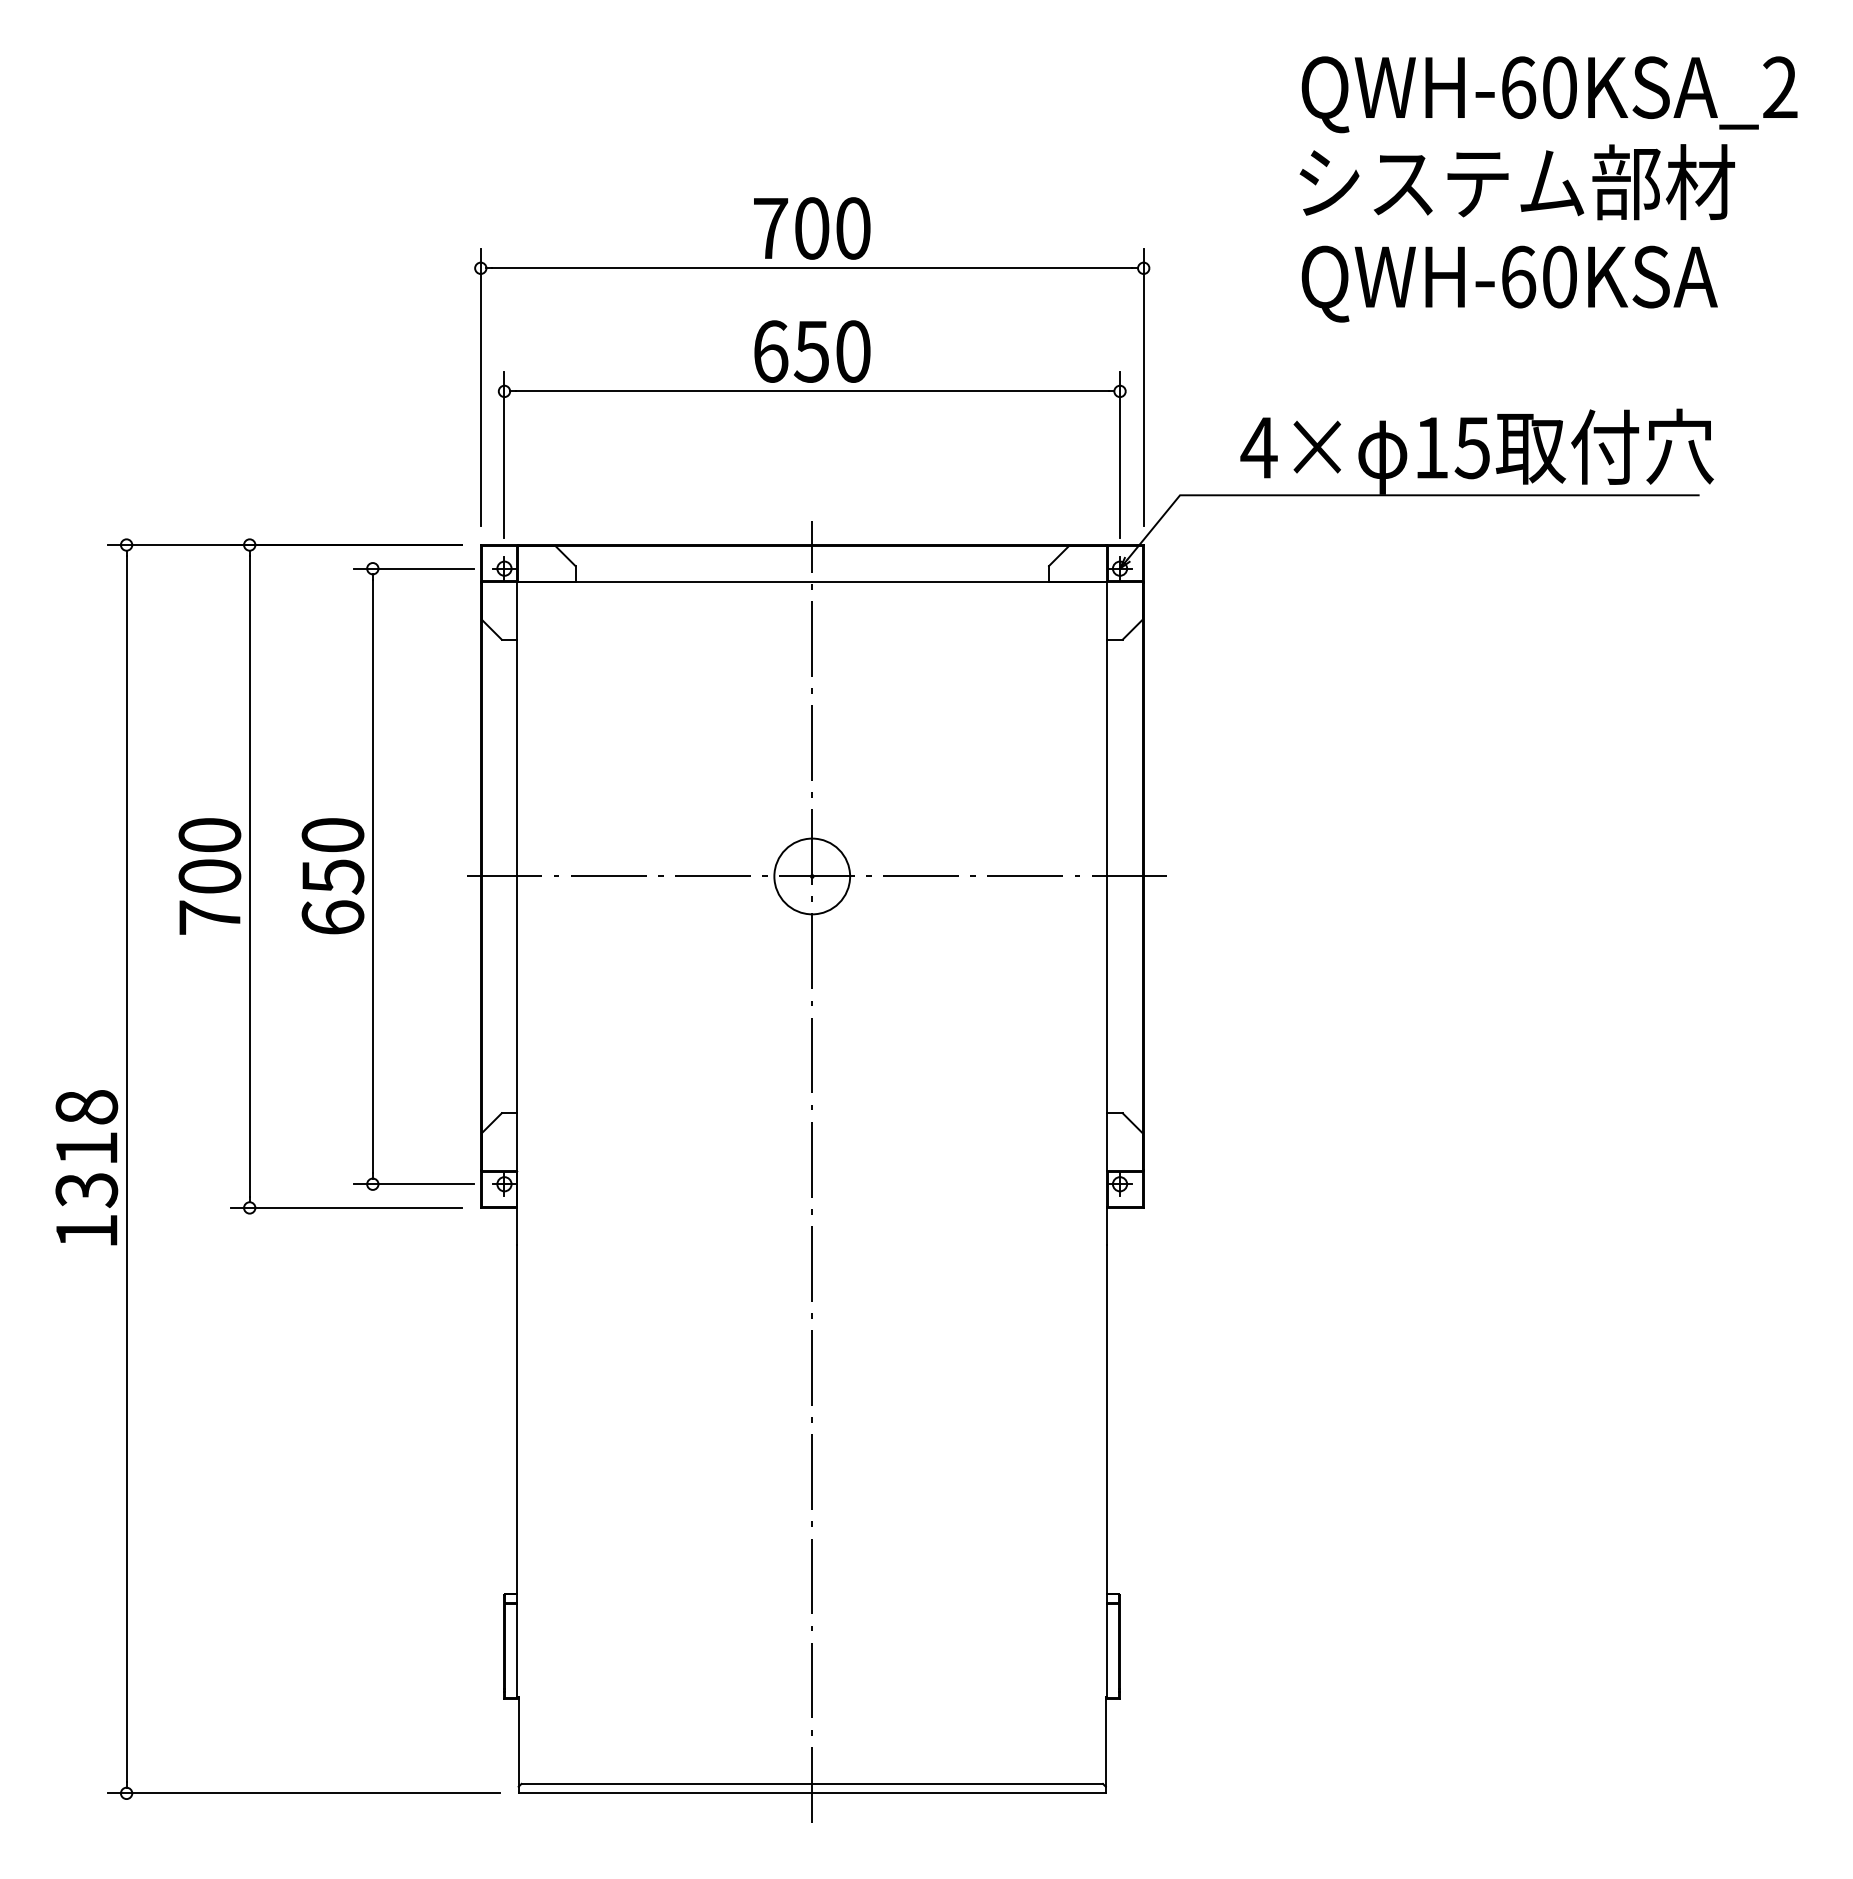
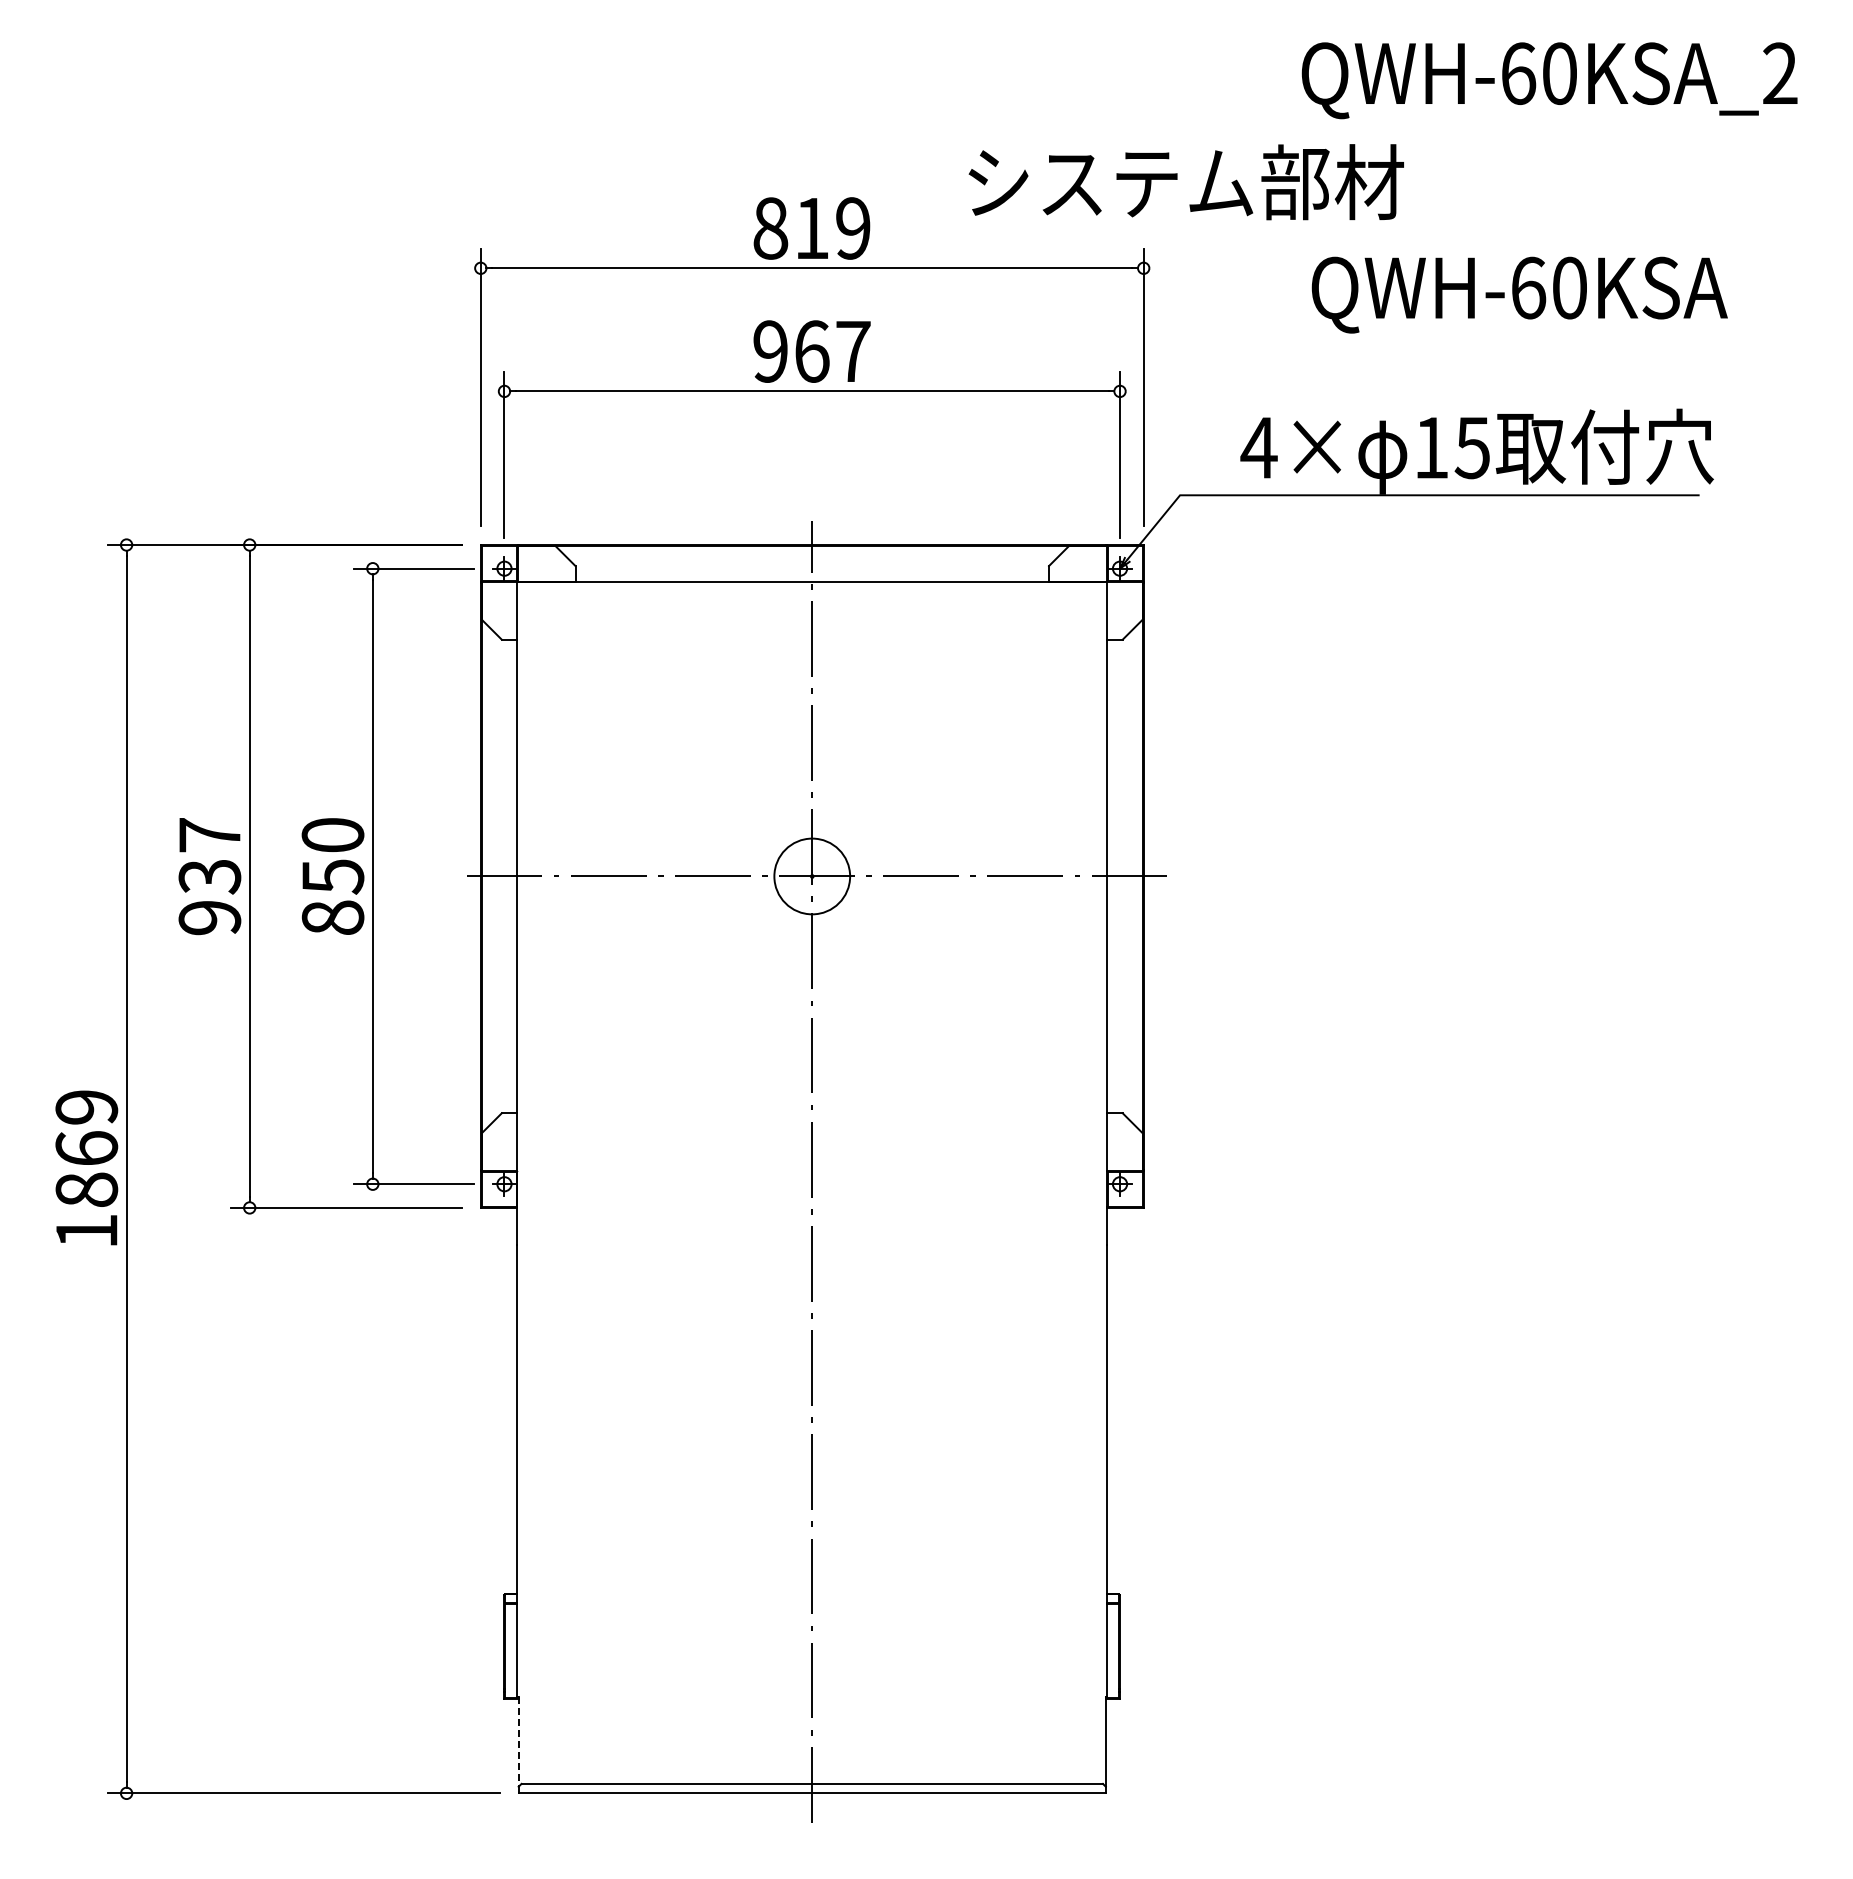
text at (1549, 94) position: (1549, 94) -> (1549, 80)
text at (1516, 182) position: (1516, 182) -> (1185, 182)
text at (811, 228): 700 -> 819
text at (1509, 283) position: (1509, 283) -> (1519, 294)
text at (811, 351): 650 -> 967
text at (209, 876): 700 -> 937
text at (332, 917): 650 -> 850
text at (86, 1149): 1318 -> 1869
line at (518, 1741): solid -> dashed
